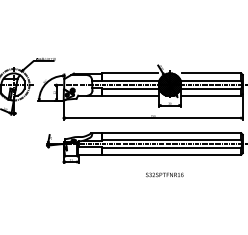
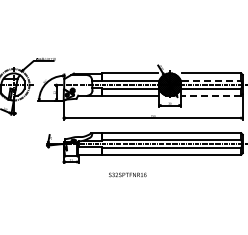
line at (211, 80): solid -> dashed
line at (211, 95): solid -> dashed
text at (164, 174) position: (164, 174) -> (127, 174)
